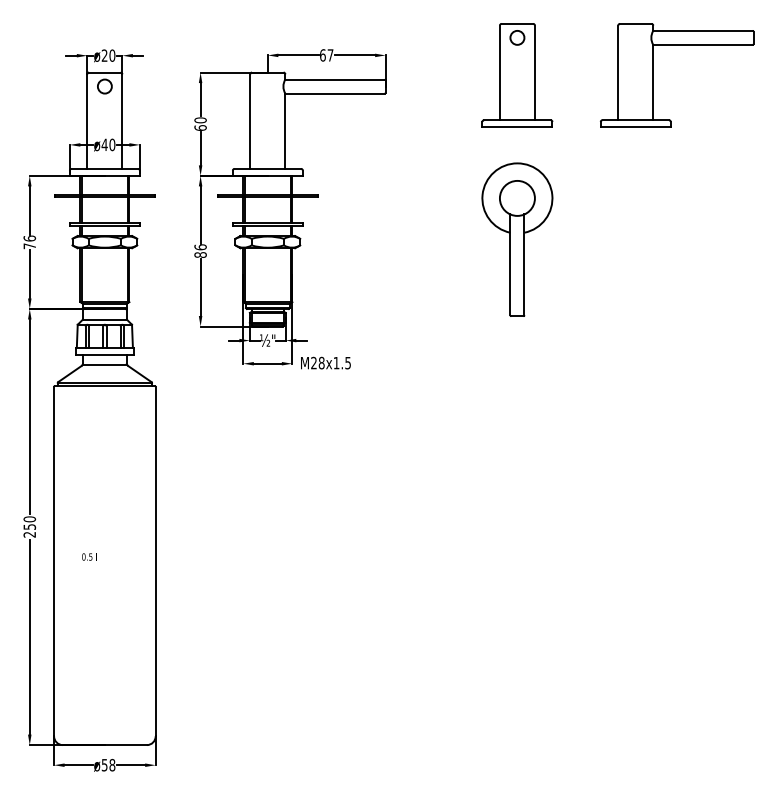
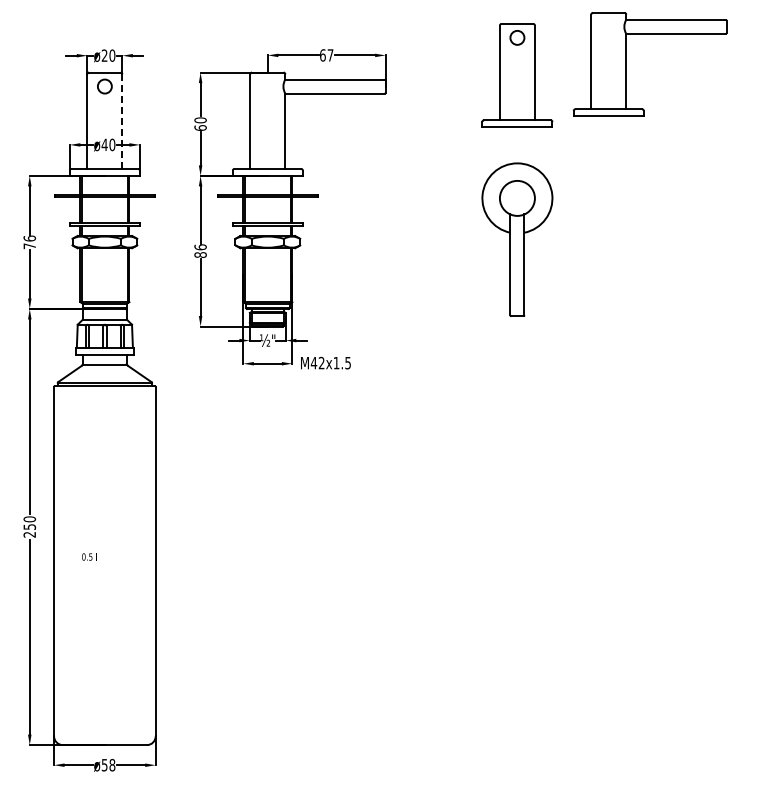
part at (653, 75) position: (653, 75) -> (626, 64)
line at (122, 121): solid -> dashed
text at (317, 362): M28x1.5 -> M42x1.5
